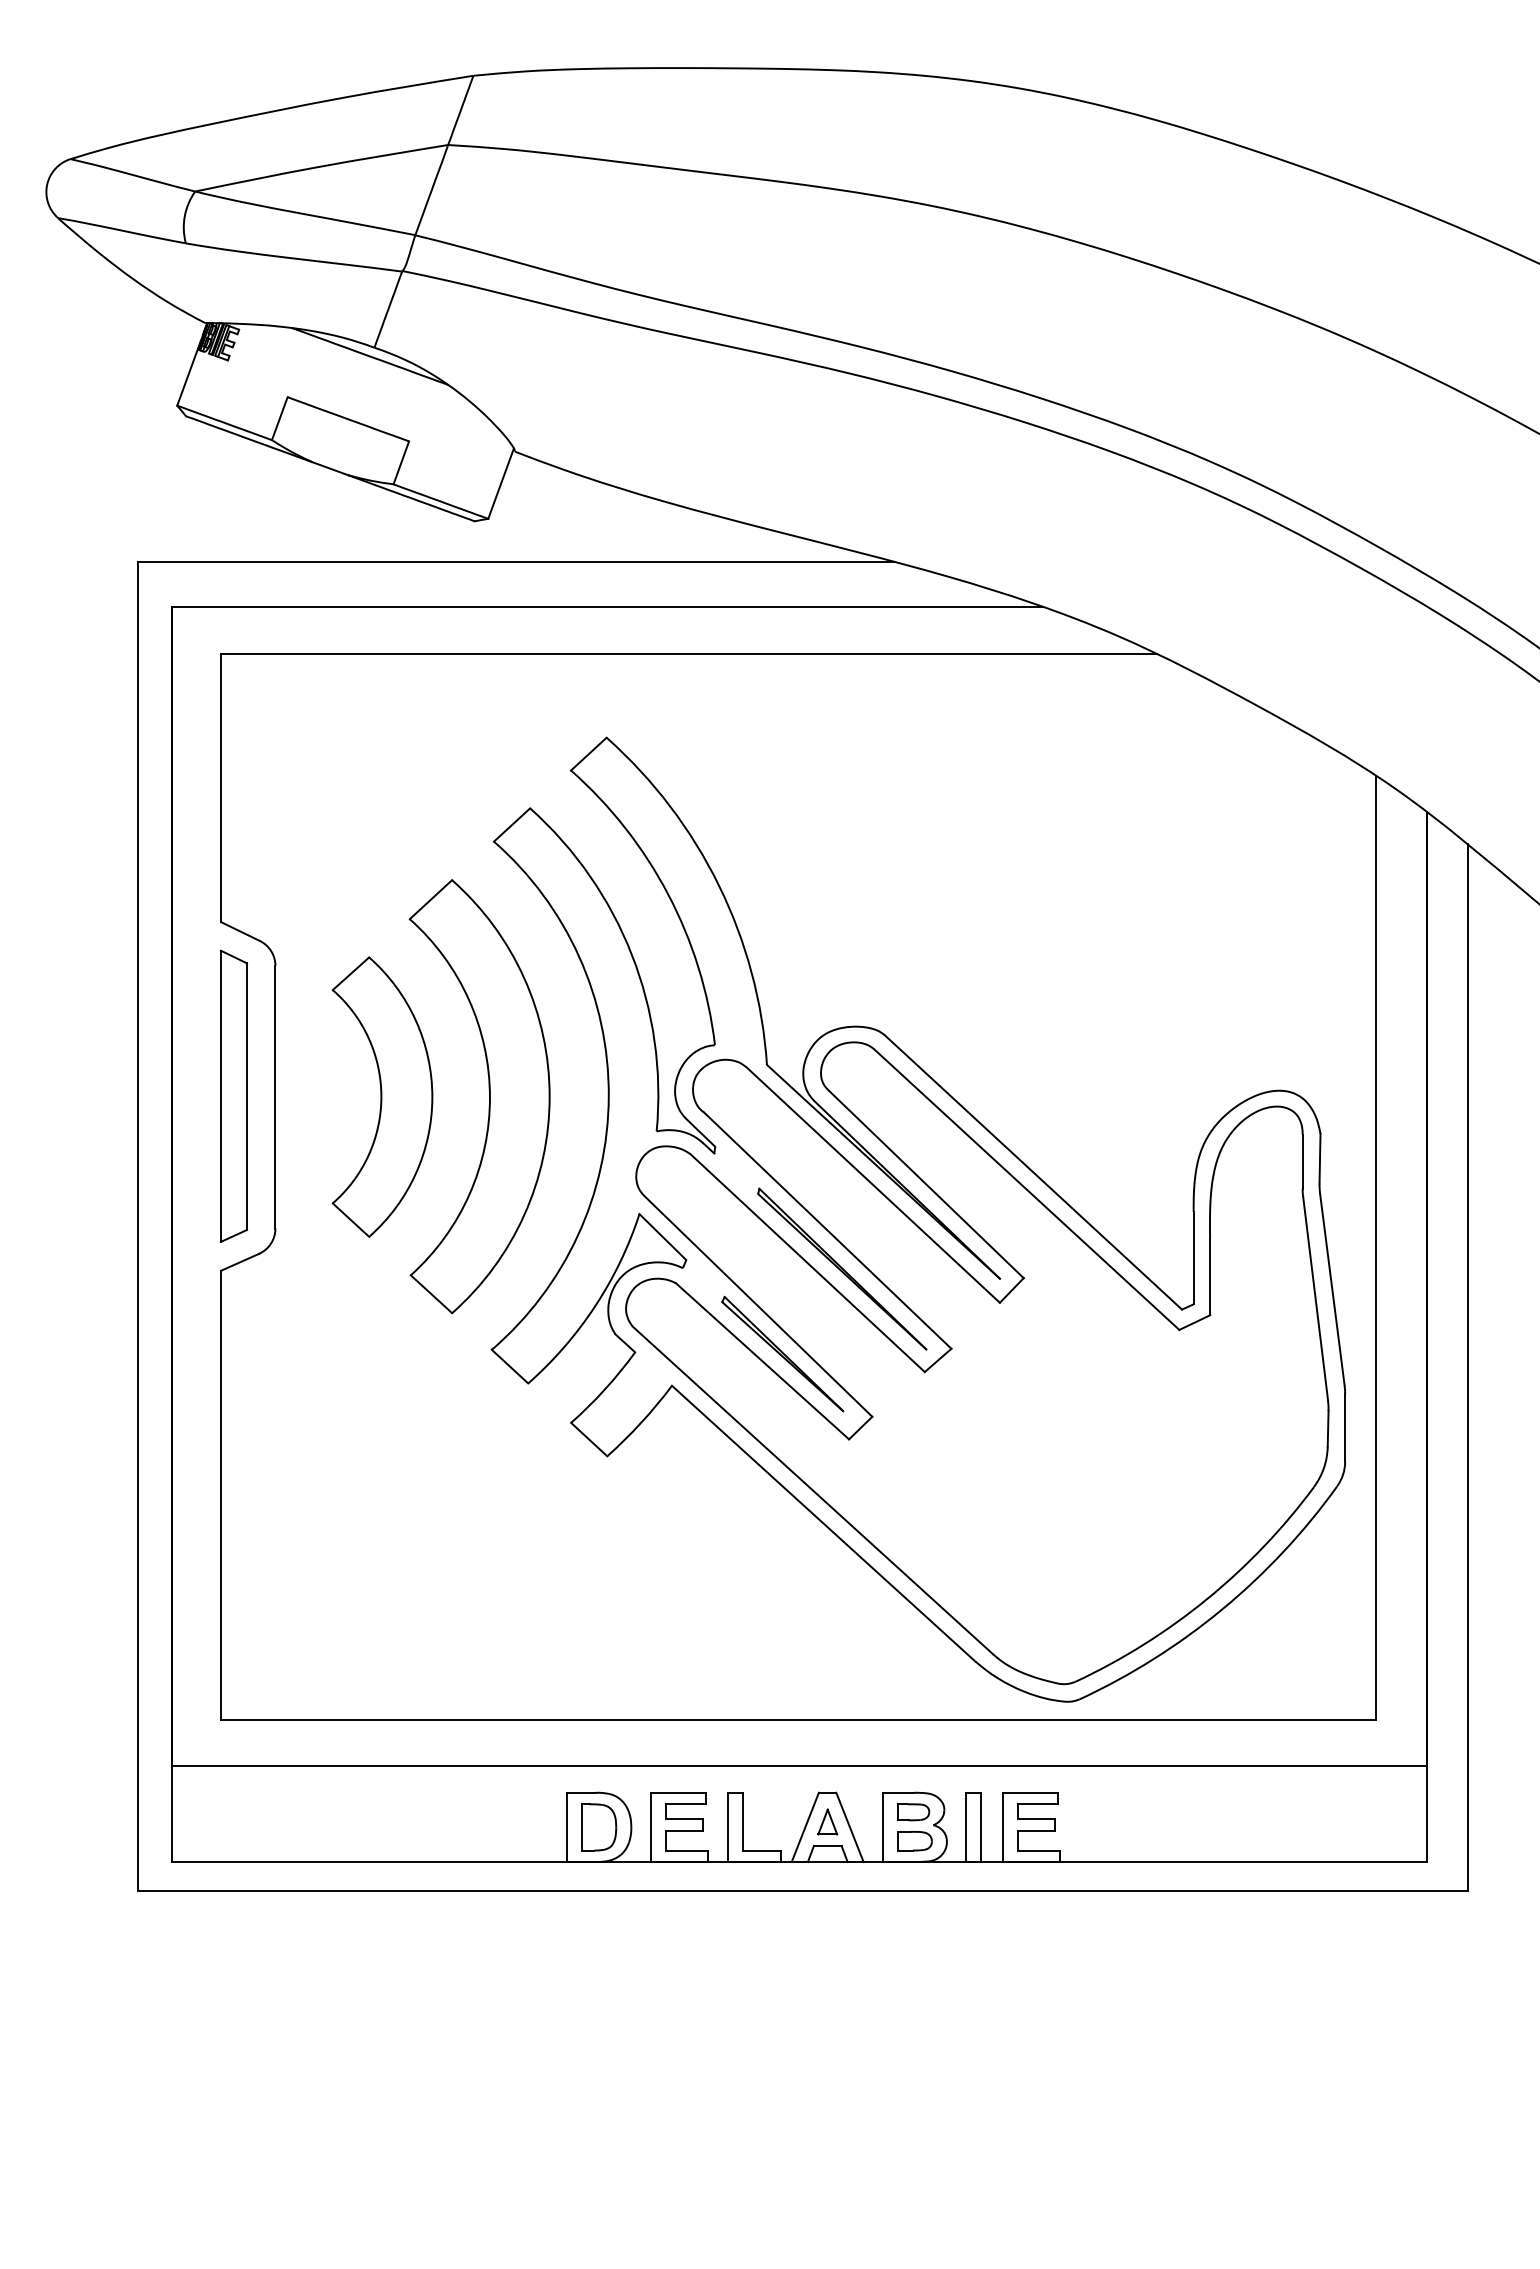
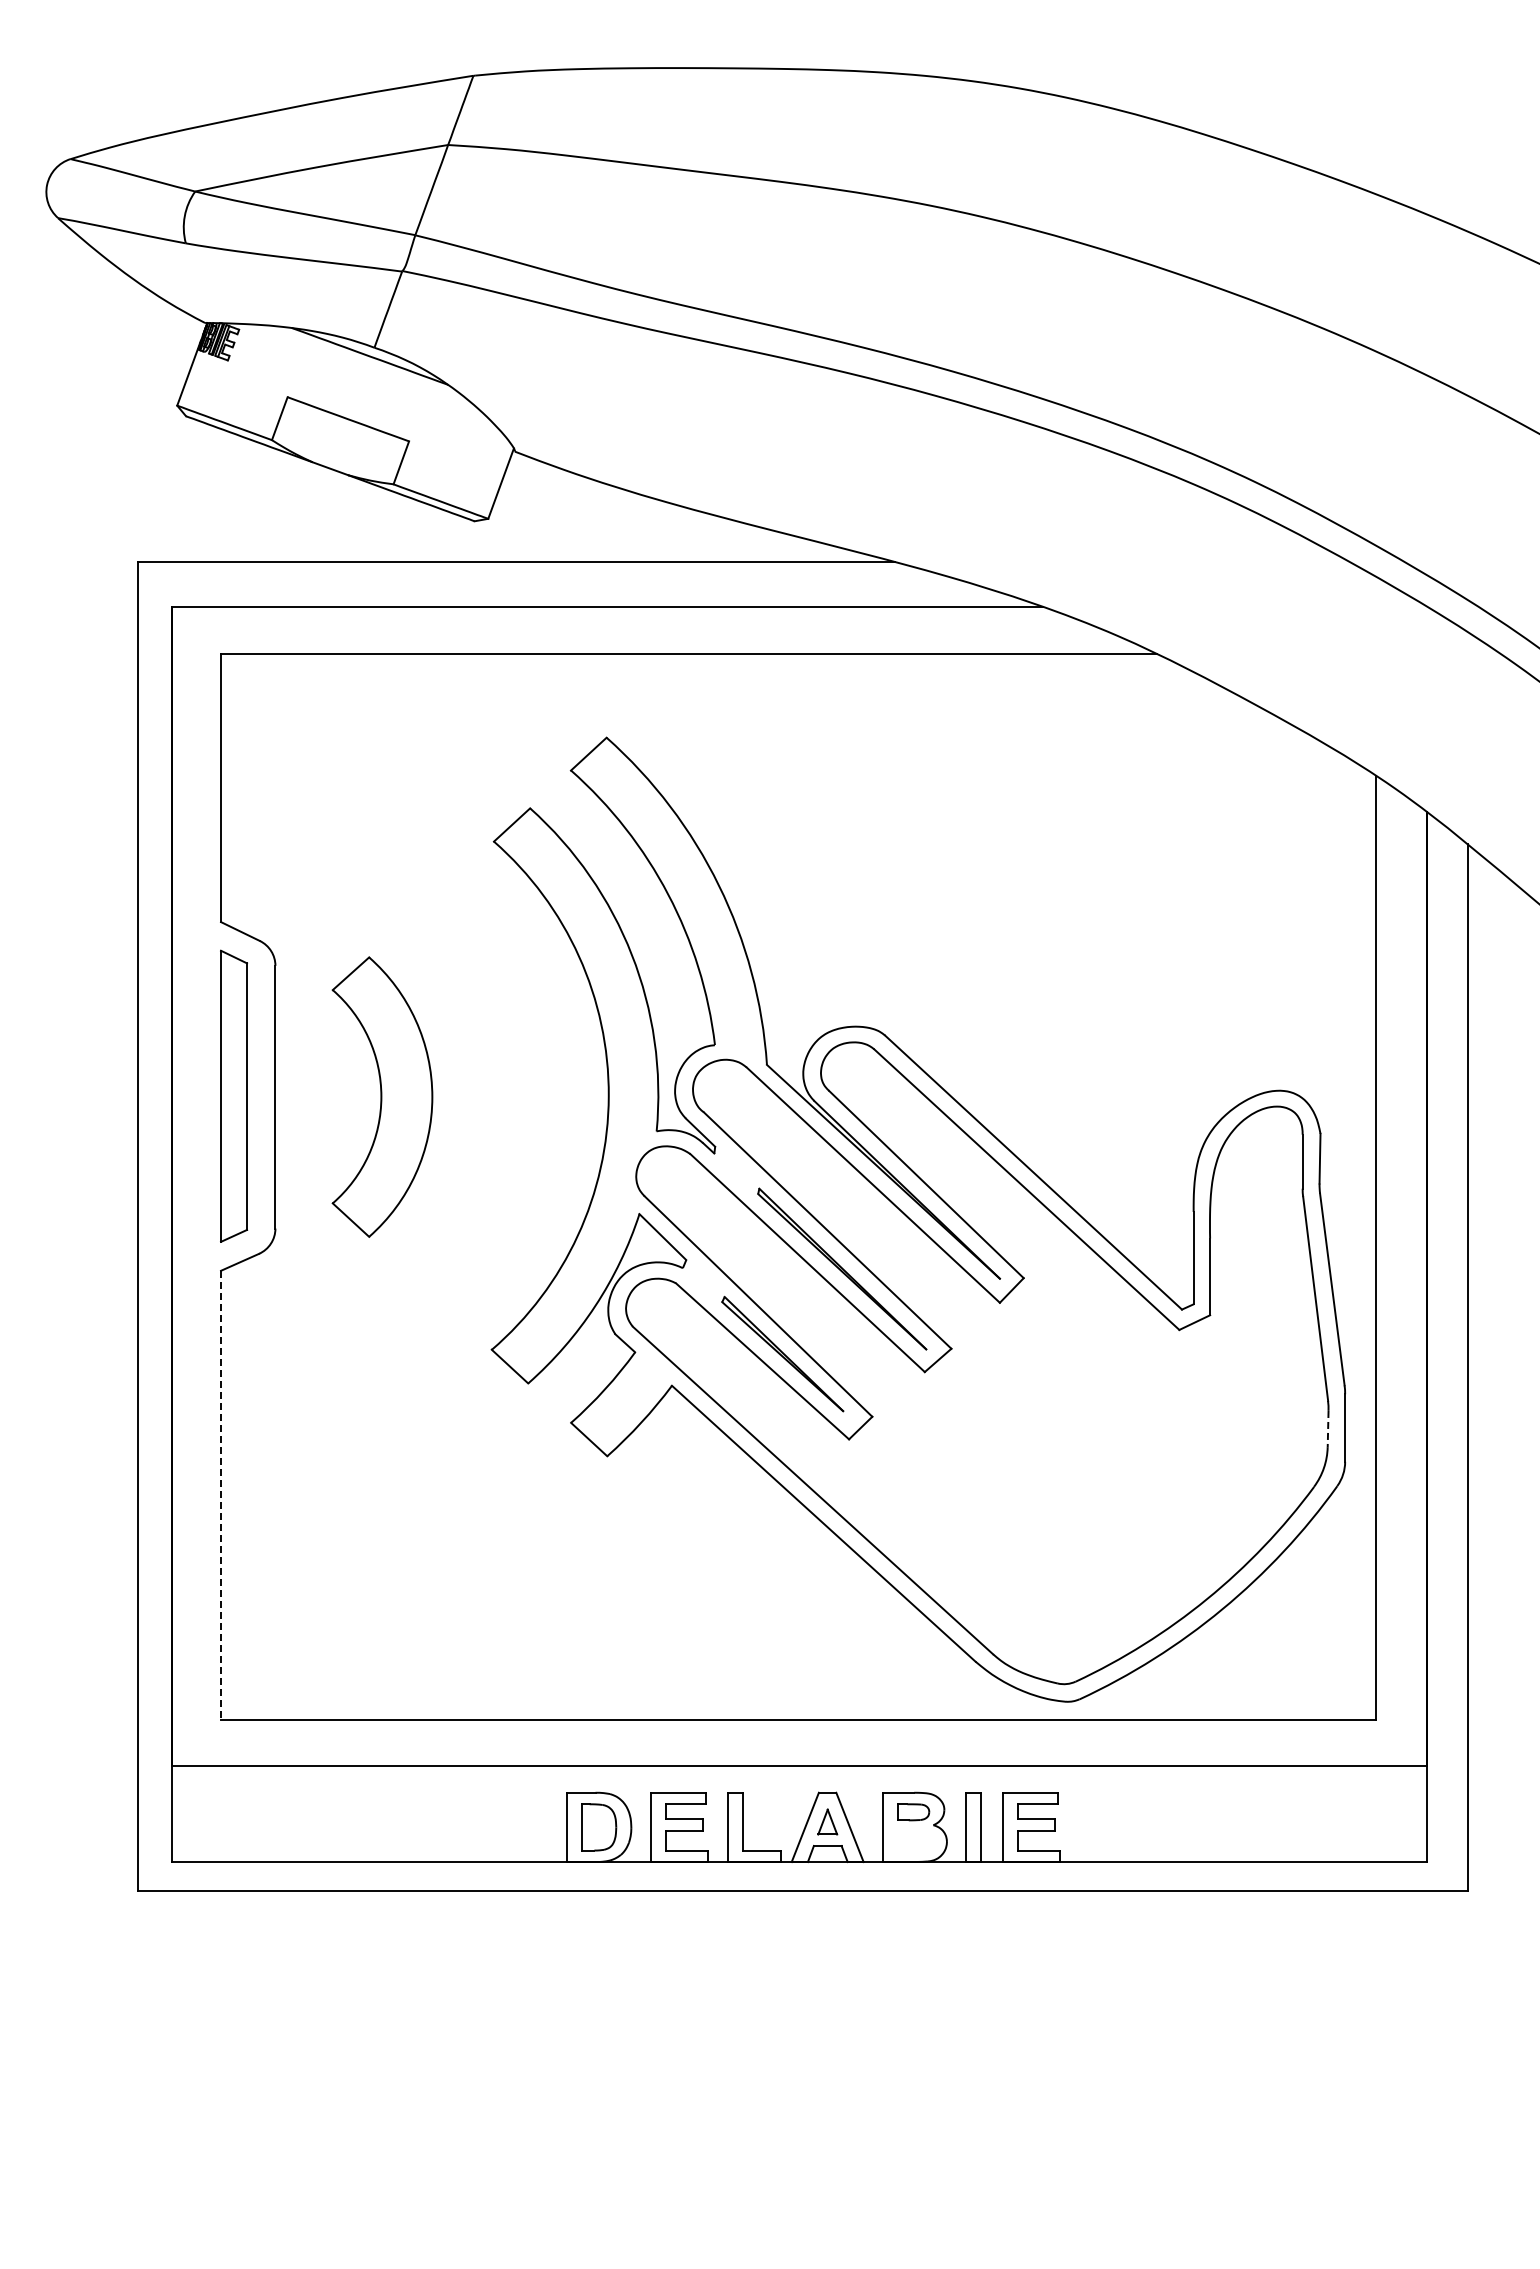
part at (489, 1096): present -> none
line at (1328, 1429): solid -> dashed
line at (221, 1495): solid -> dashed
part at (914, 1841): present -> none
